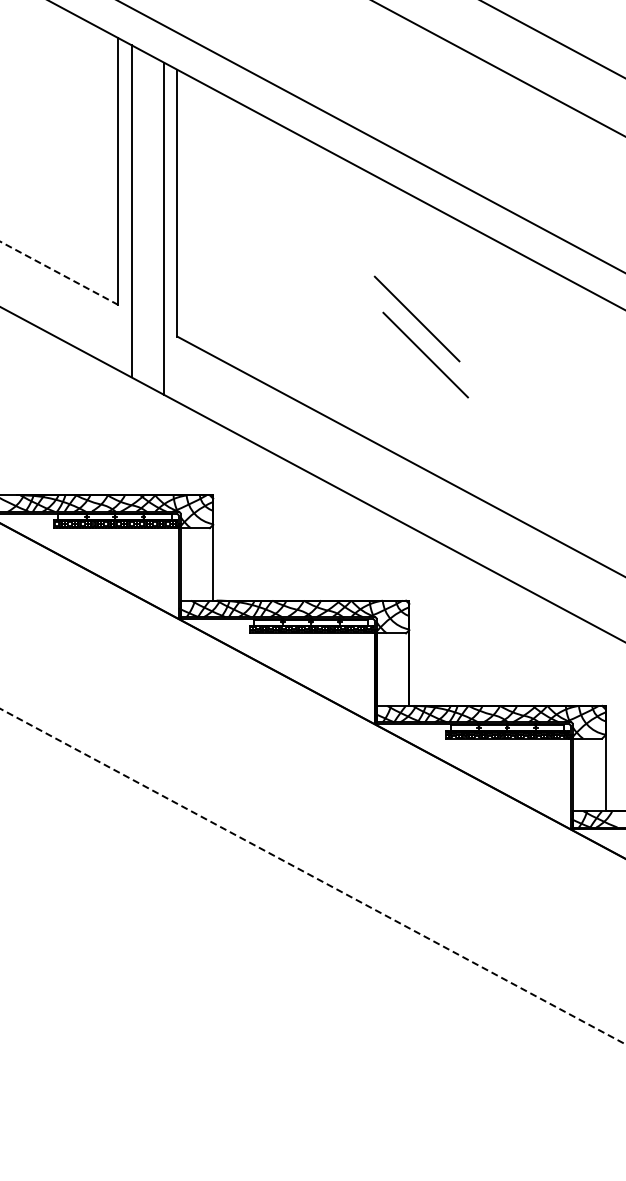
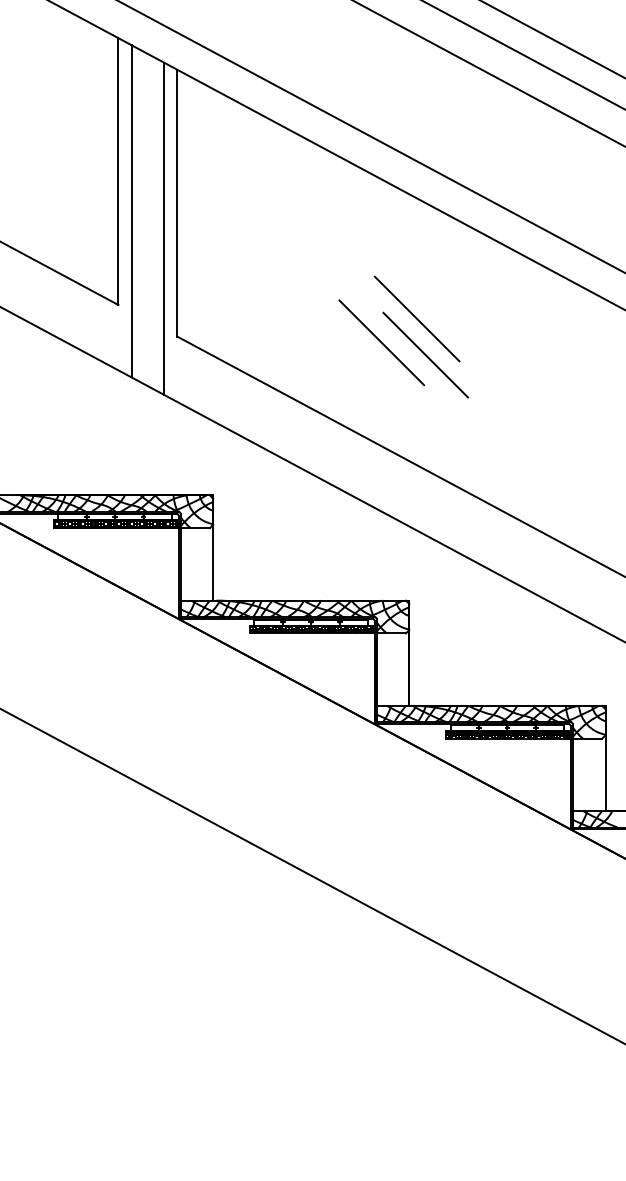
line at (523, 55): none -> present
line at (498, 68) position: (498, 68) -> (488, 73)
line at (59, 273): dashed -> solid
line at (381, 342): none -> present
line at (312, 876): dashed -> solid
